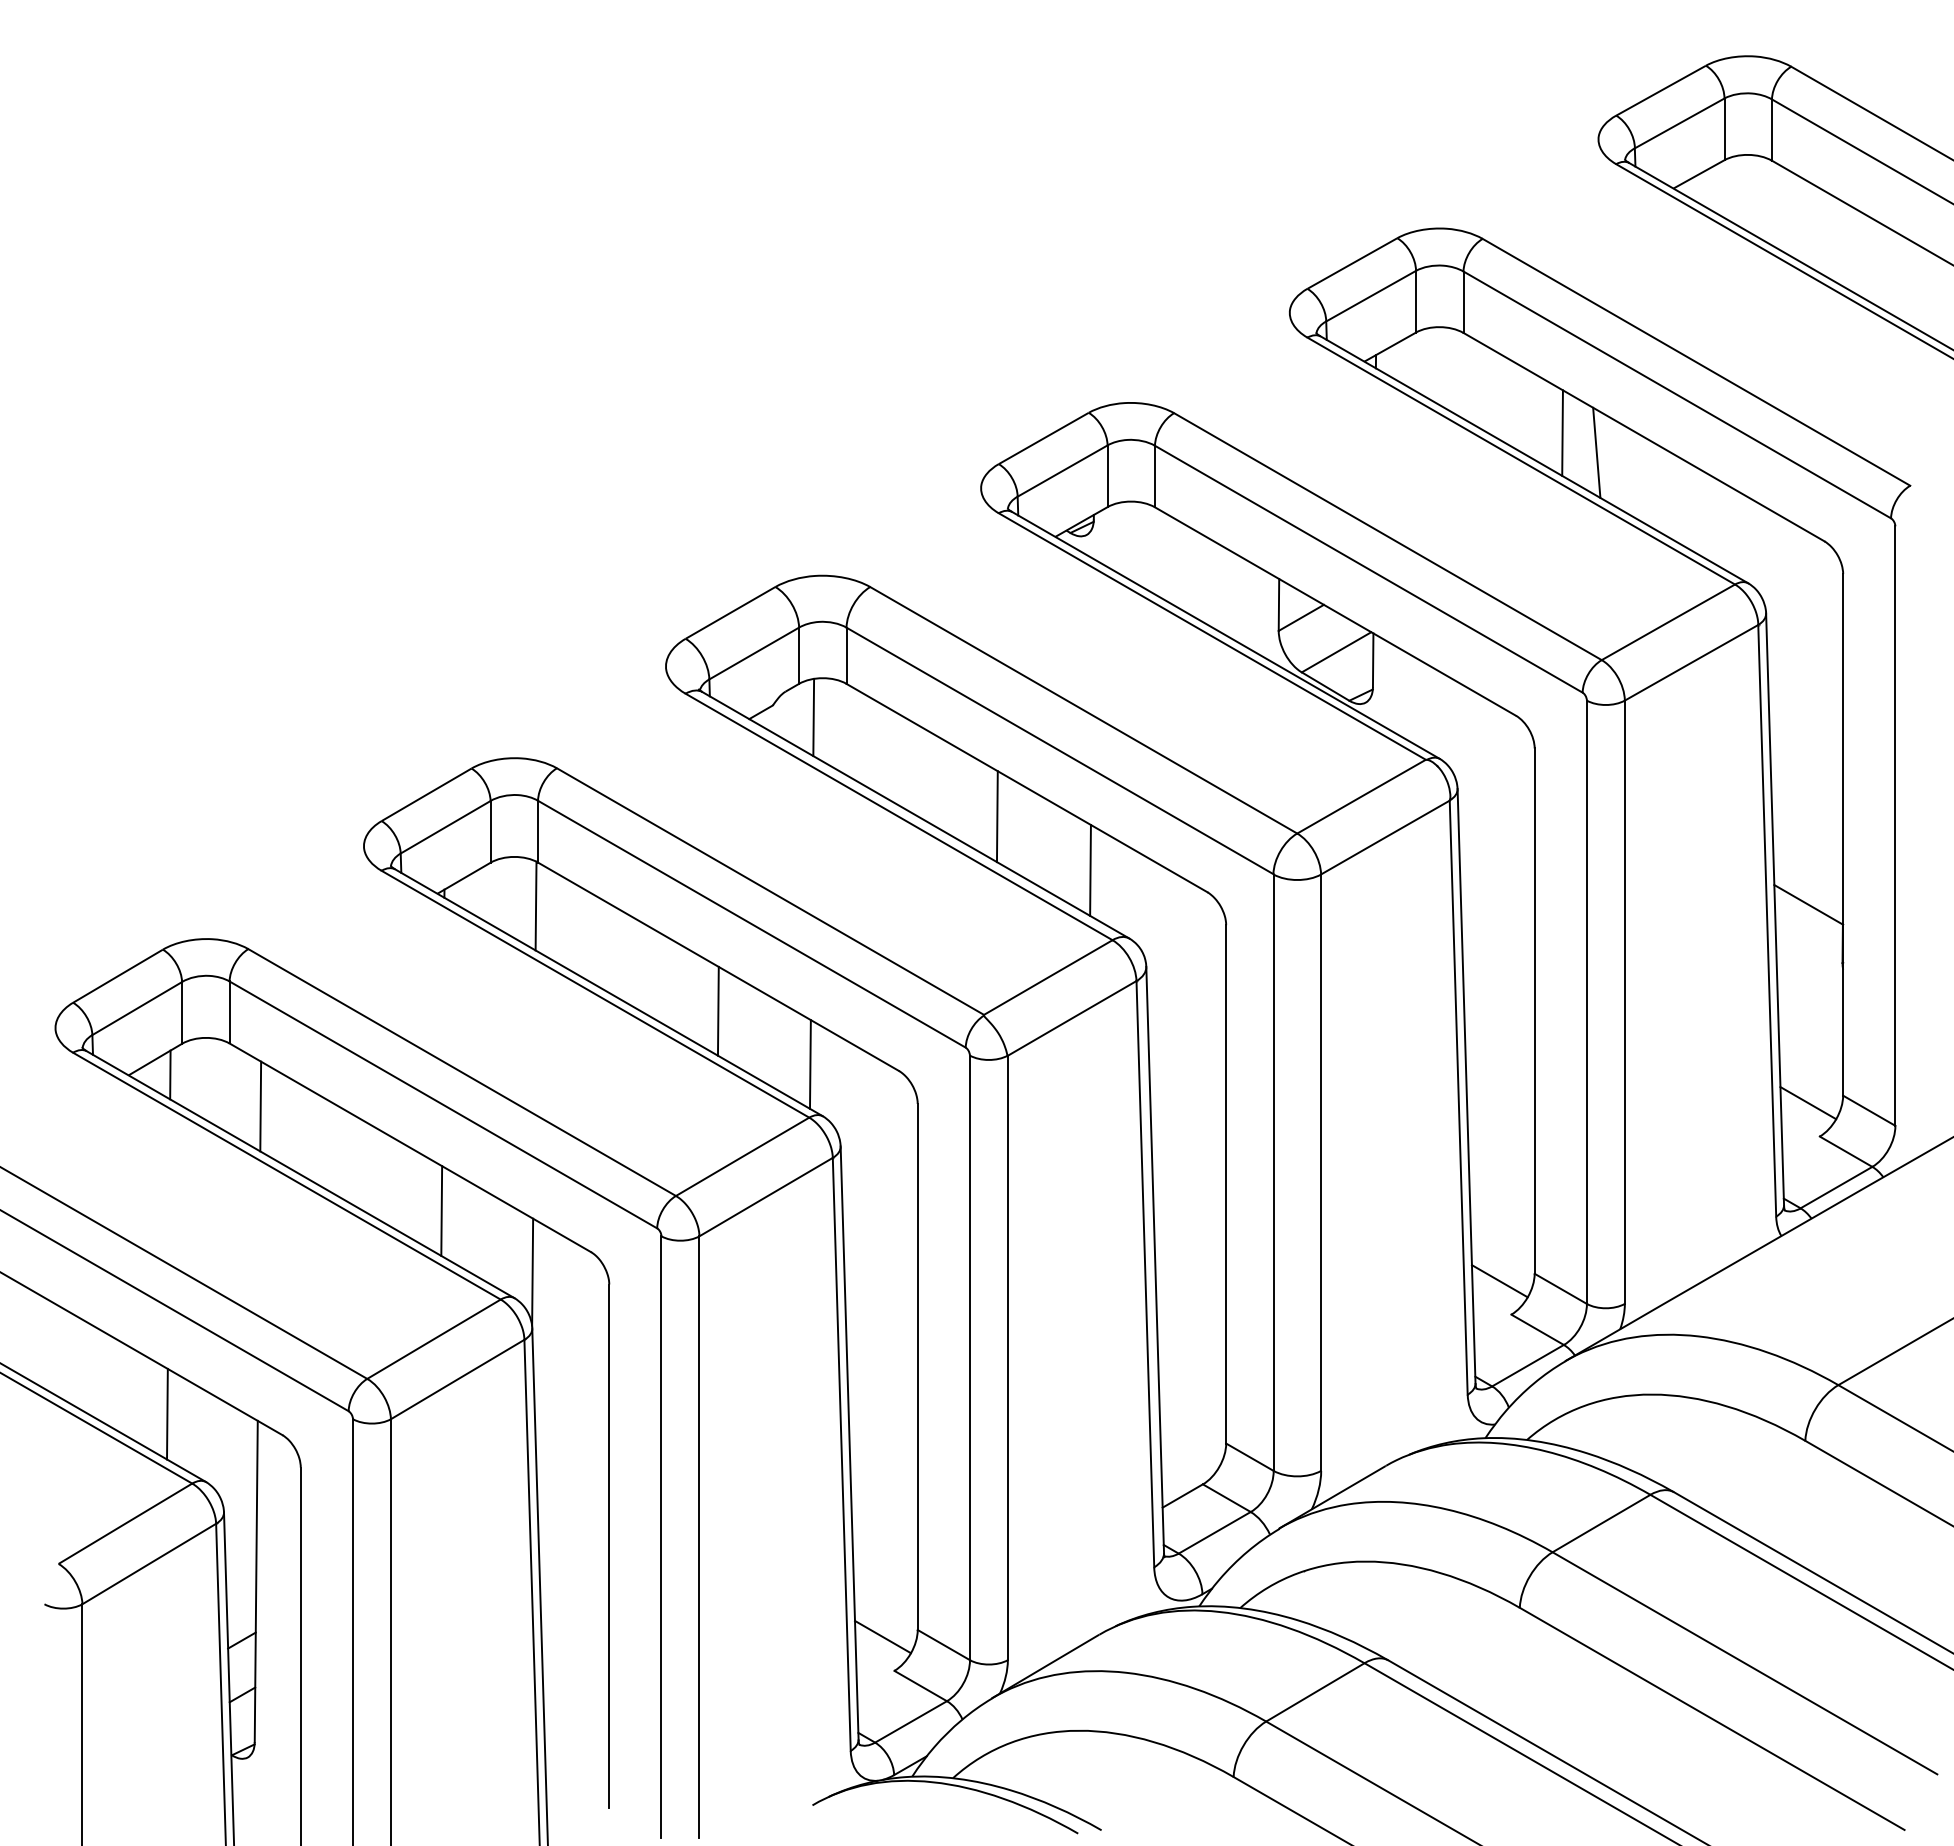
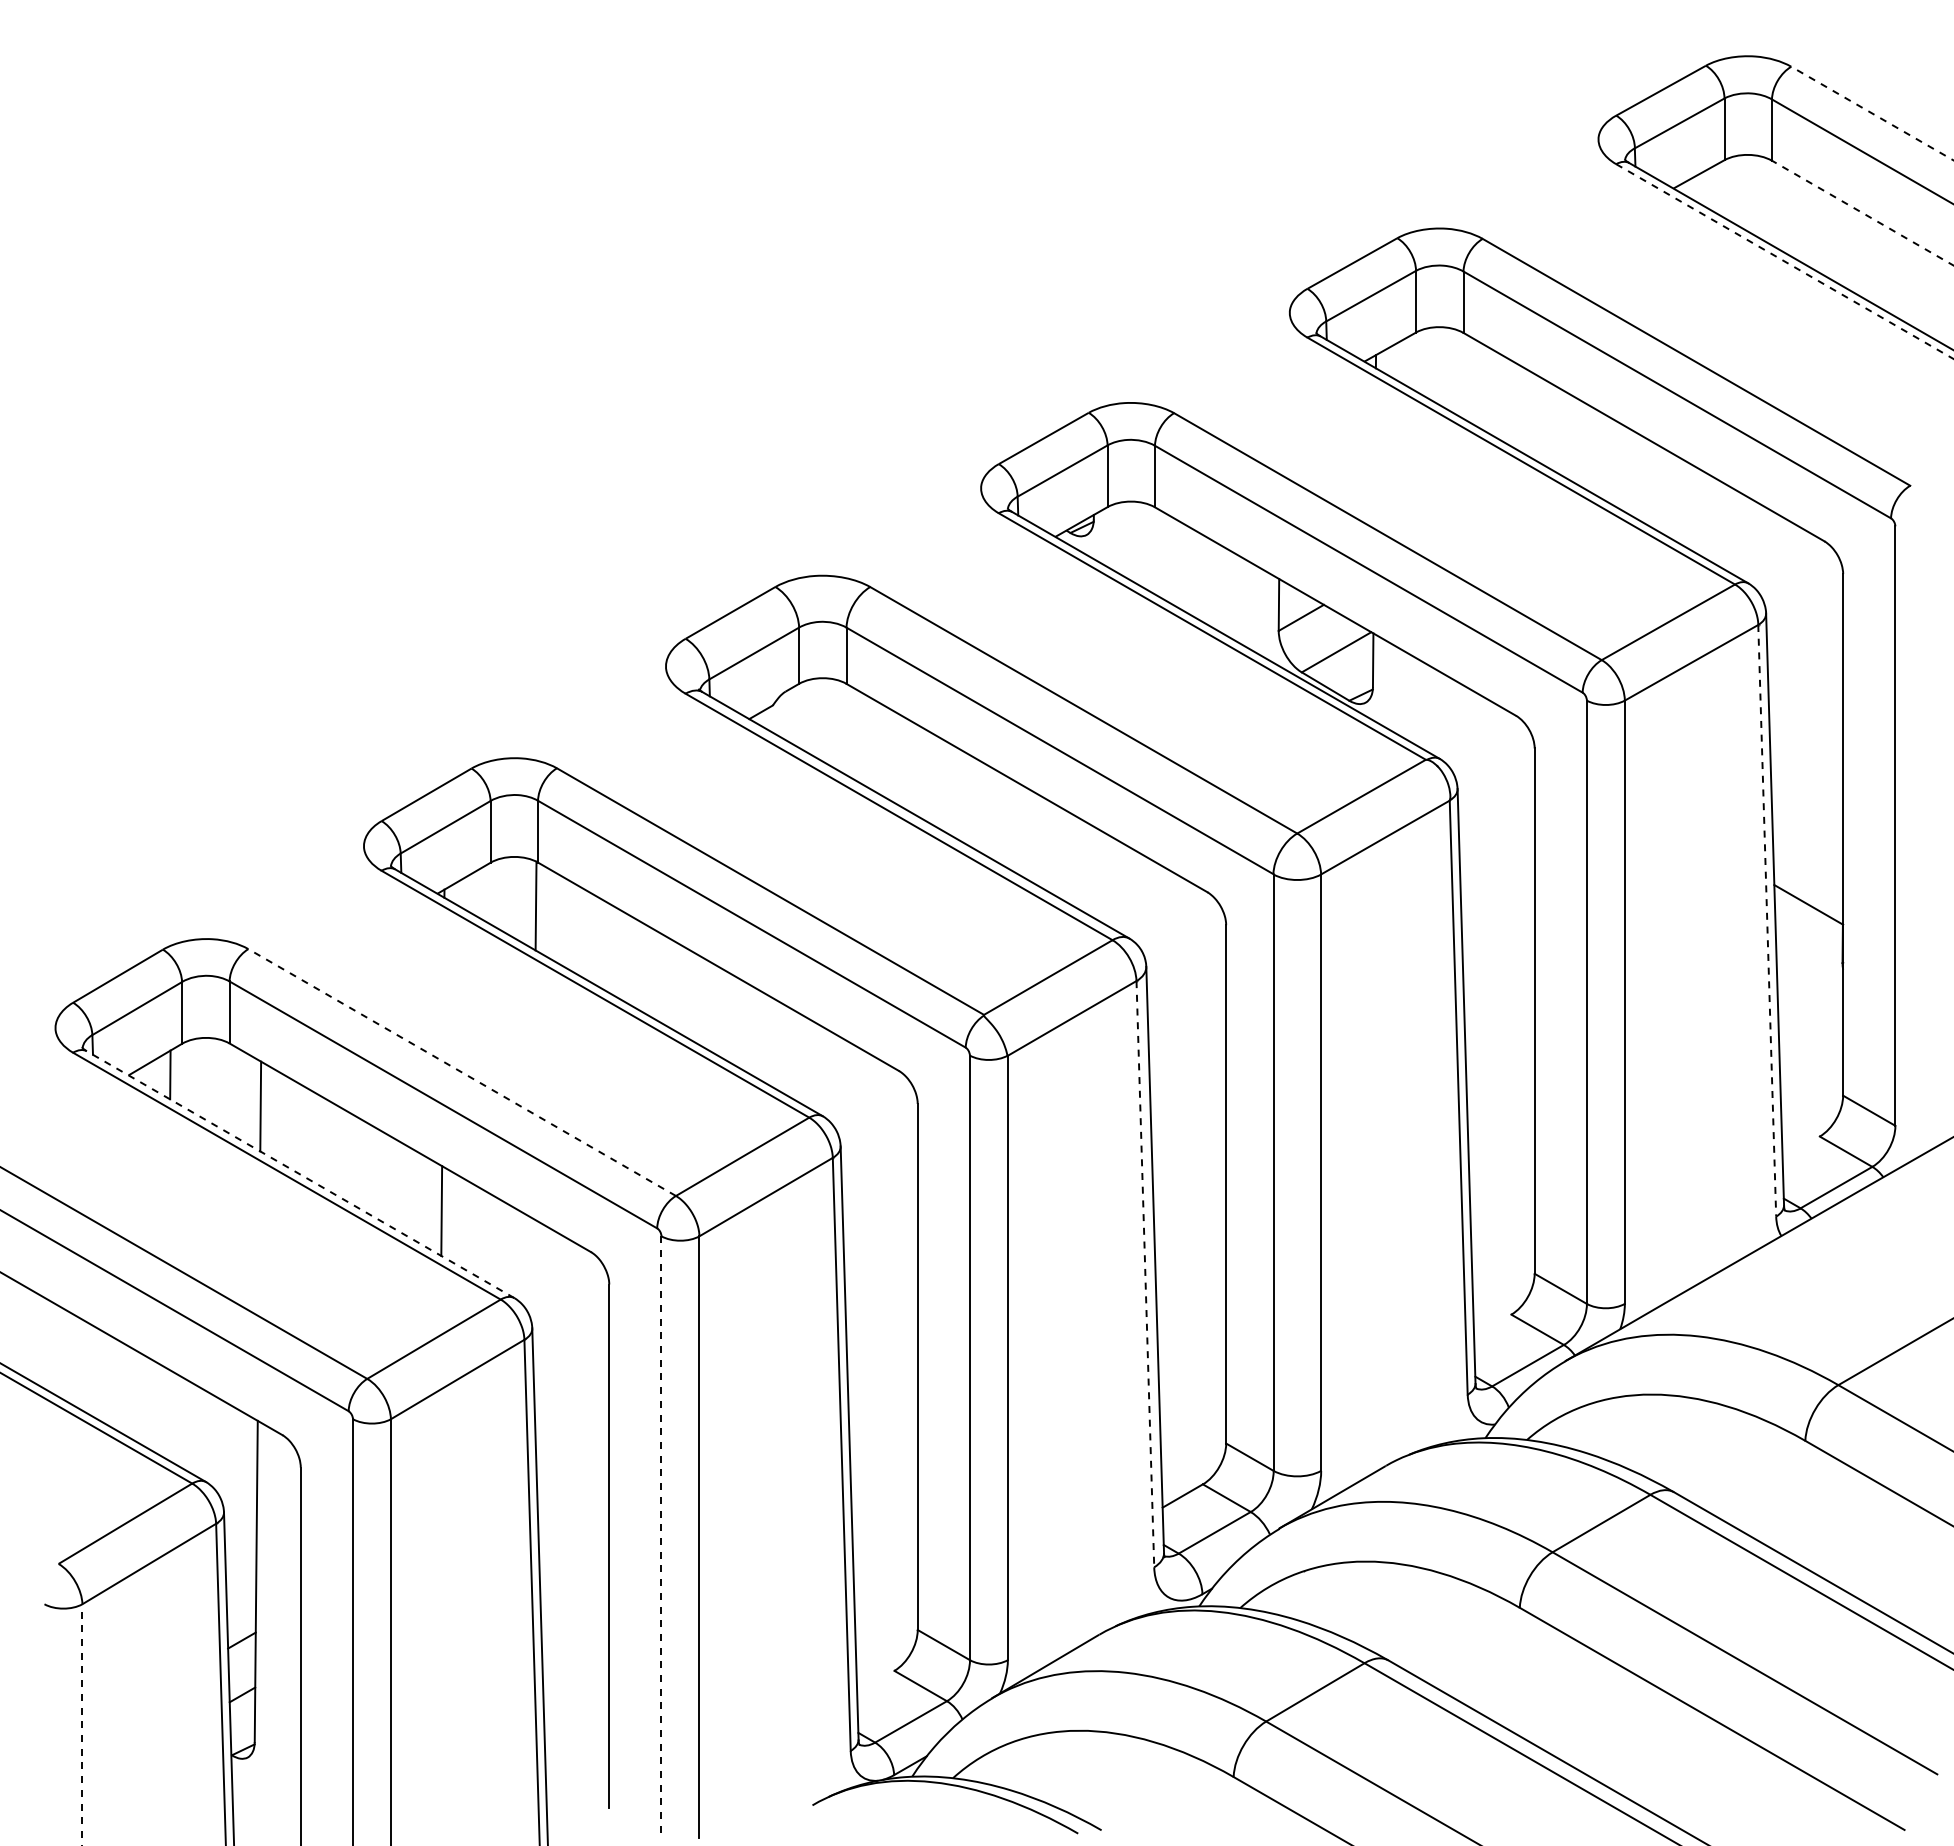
line at (1872, 113): solid -> dashed
line at (1862, 213): solid -> dashed
line at (1784, 261): solid -> dashed
line at (1562, 432): present -> none
line at (1596, 452): present -> none
line at (813, 717): present -> none
line at (996, 816): present -> none
line at (1090, 870): present -> none
line at (1767, 920): solid -> dashed
line at (717, 1010): present -> none
line at (809, 1064): present -> none
line at (462, 1072): solid -> dashed
line at (1808, 1103): present -> none
line at (300, 1174): solid -> dashed
line at (532, 1271): present -> none
line at (1145, 1274): solid -> dashed
line at (1499, 1281): present -> none
line at (167, 1413): present -> none
line at (661, 1537): solid -> dashed
line at (883, 1636): present -> none
line at (82, 1725): solid -> dashed
